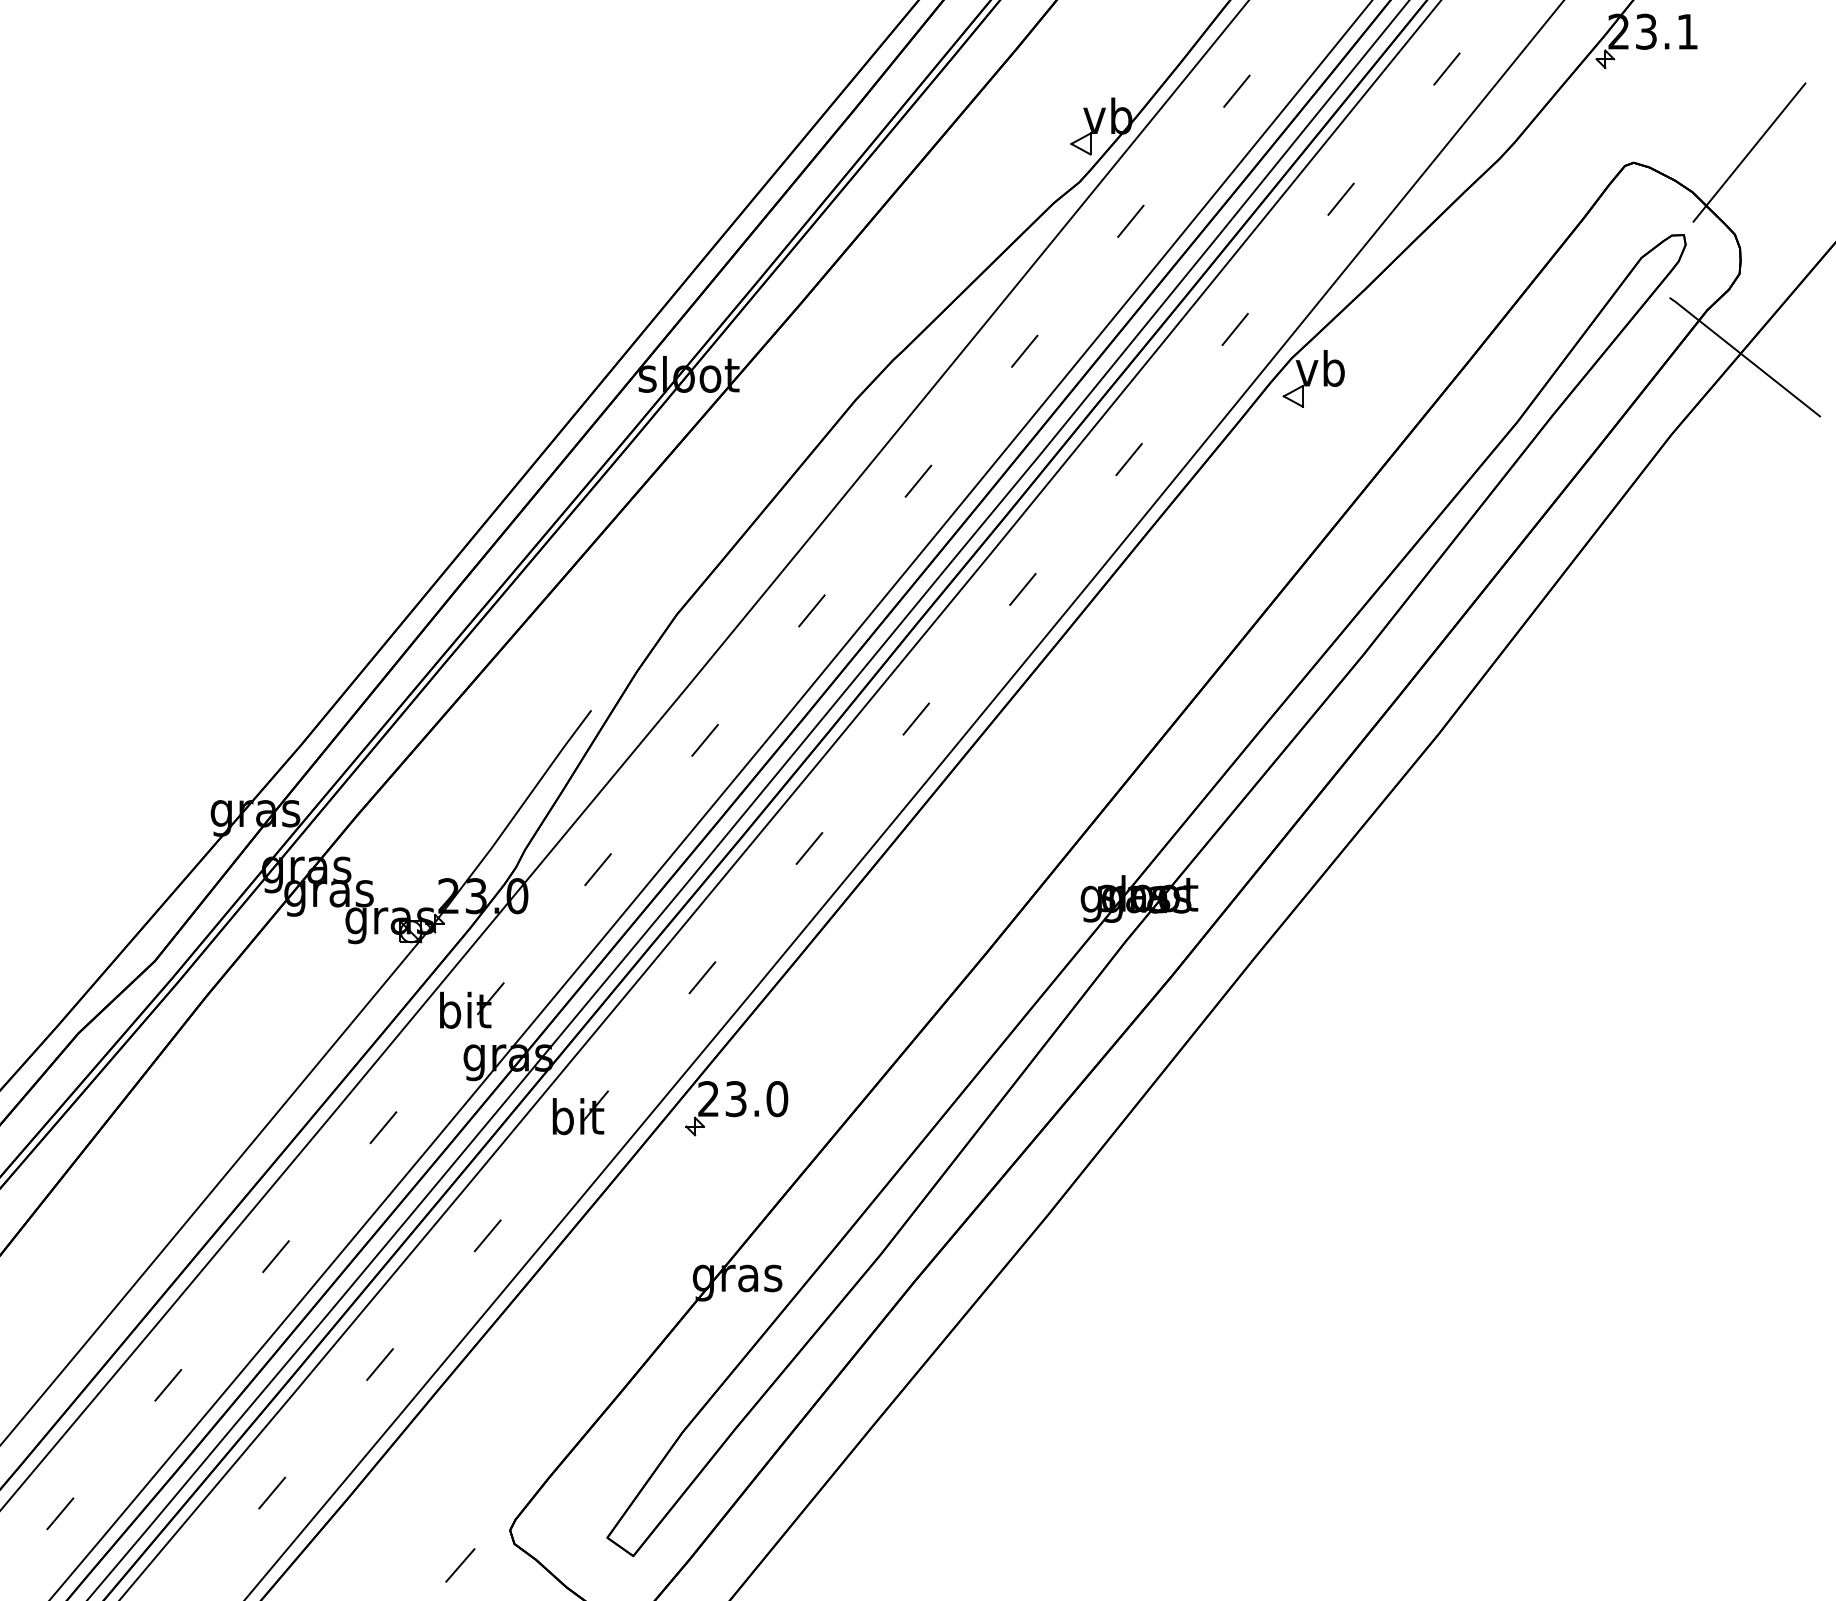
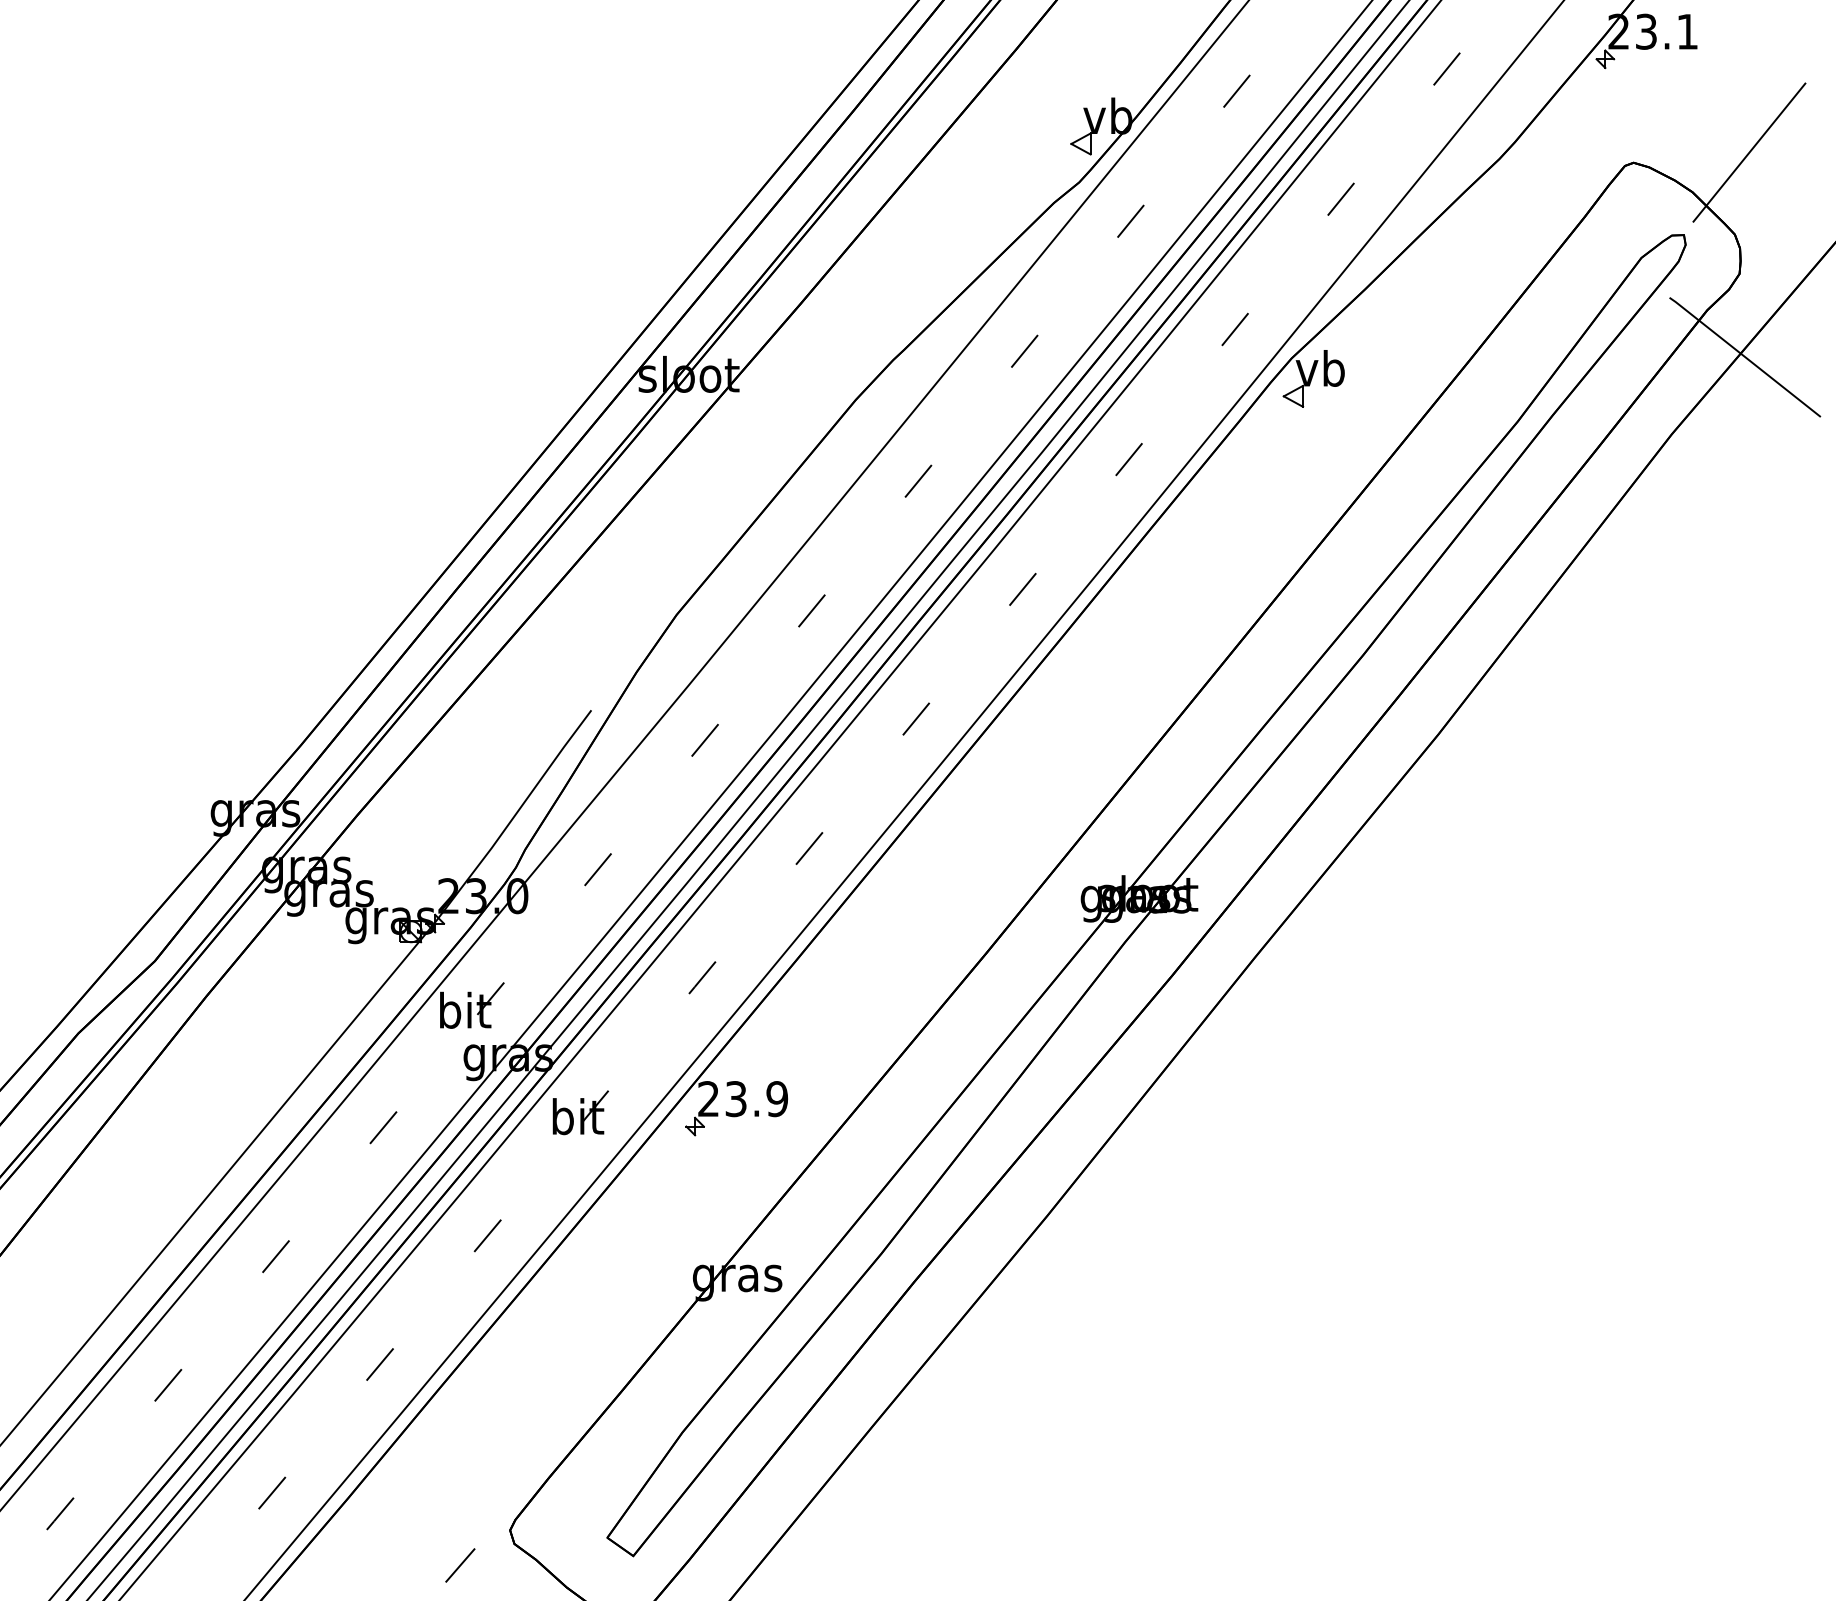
text at (777, 1099): 23.0 -> 23.9
